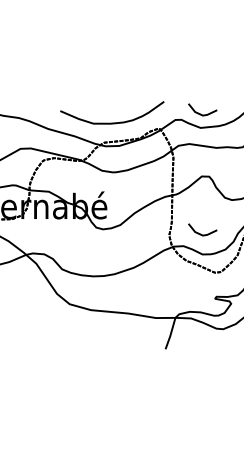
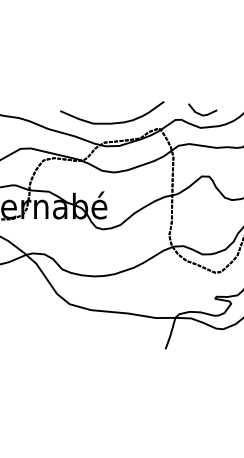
line at (201, 233): present -> none
